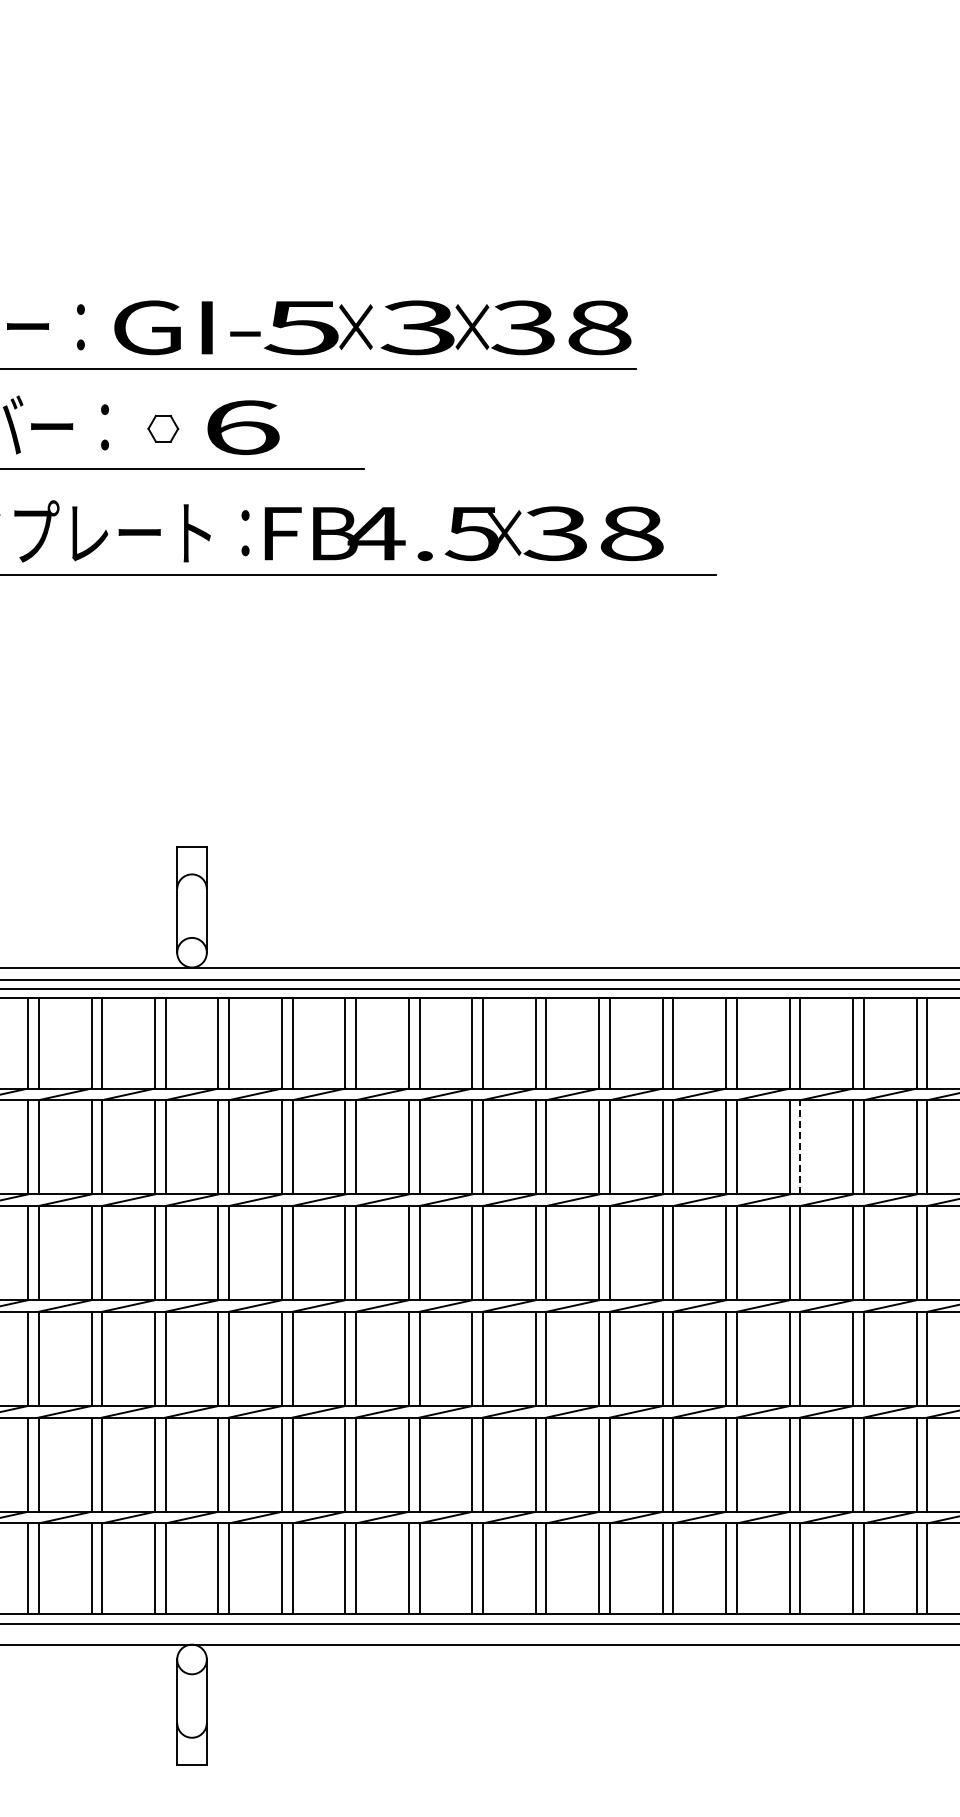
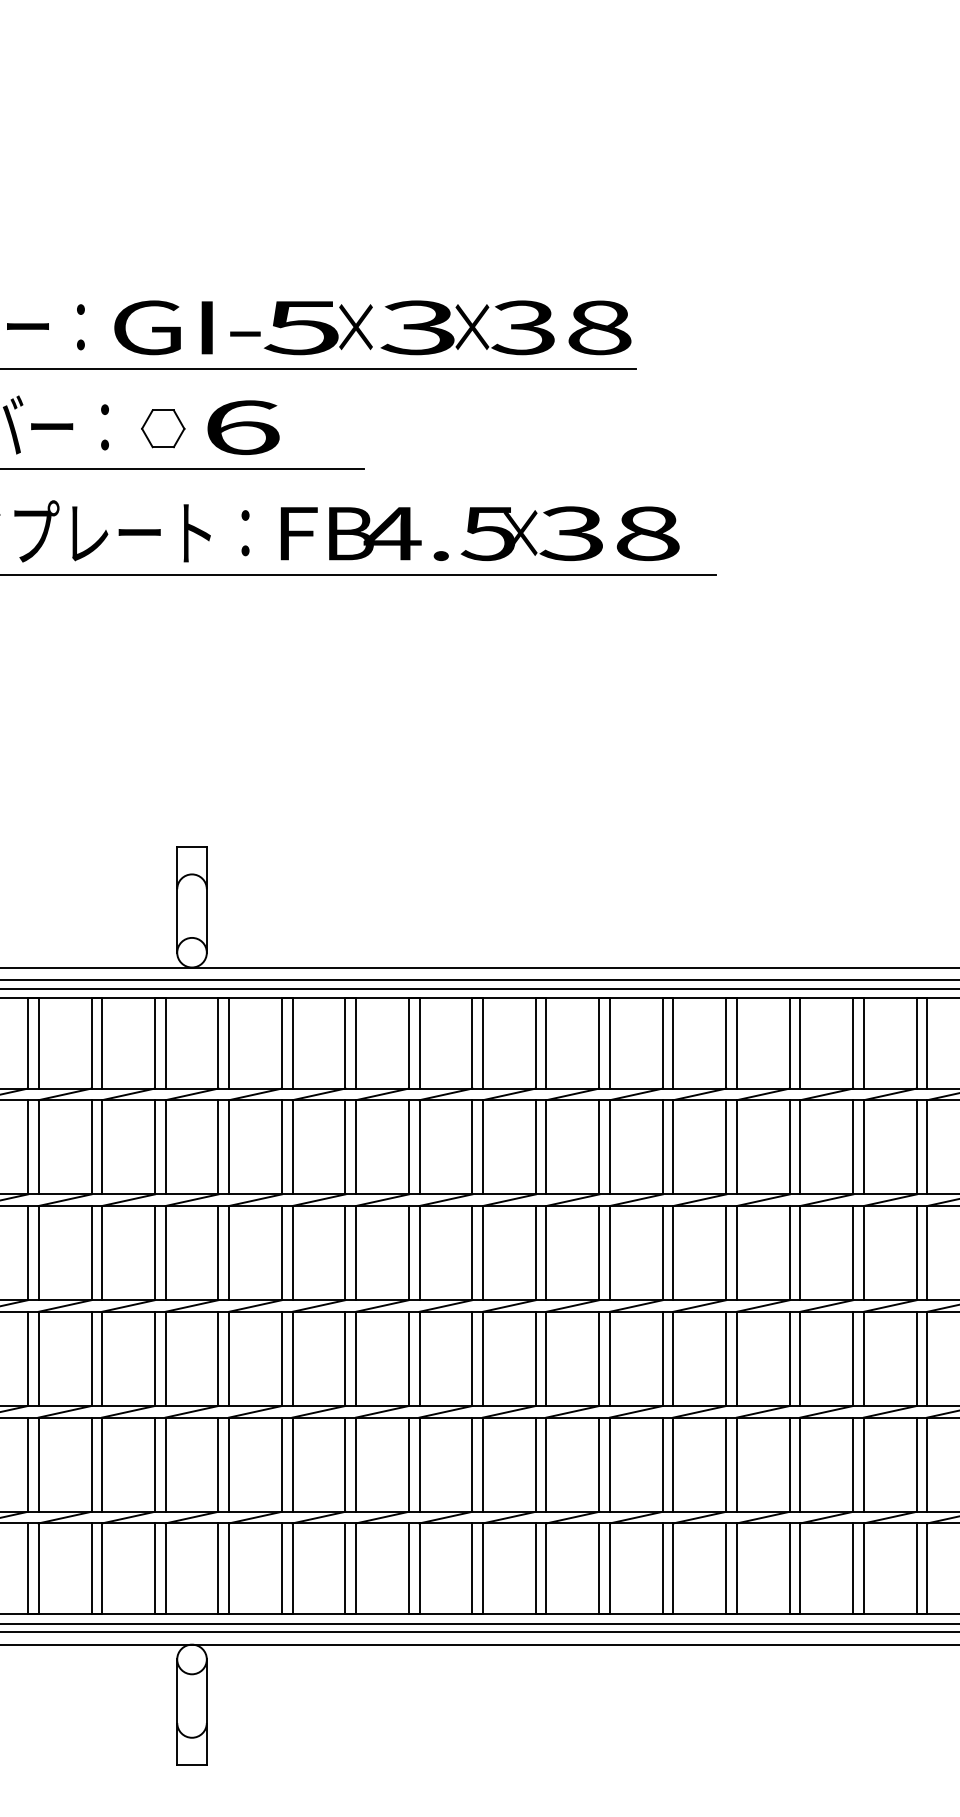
part at (163, 428) size: 33x29 px -> 45x40 px
text at (463, 533) position: (463, 533) -> (479, 533)
line at (800, 1146): dashed -> solid
line at (479, 1631): none -> present
